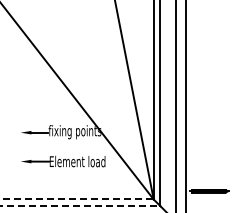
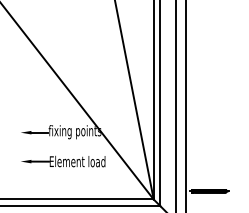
line at (77, 199): dashed -> solid
line at (80, 206): dashed -> solid
